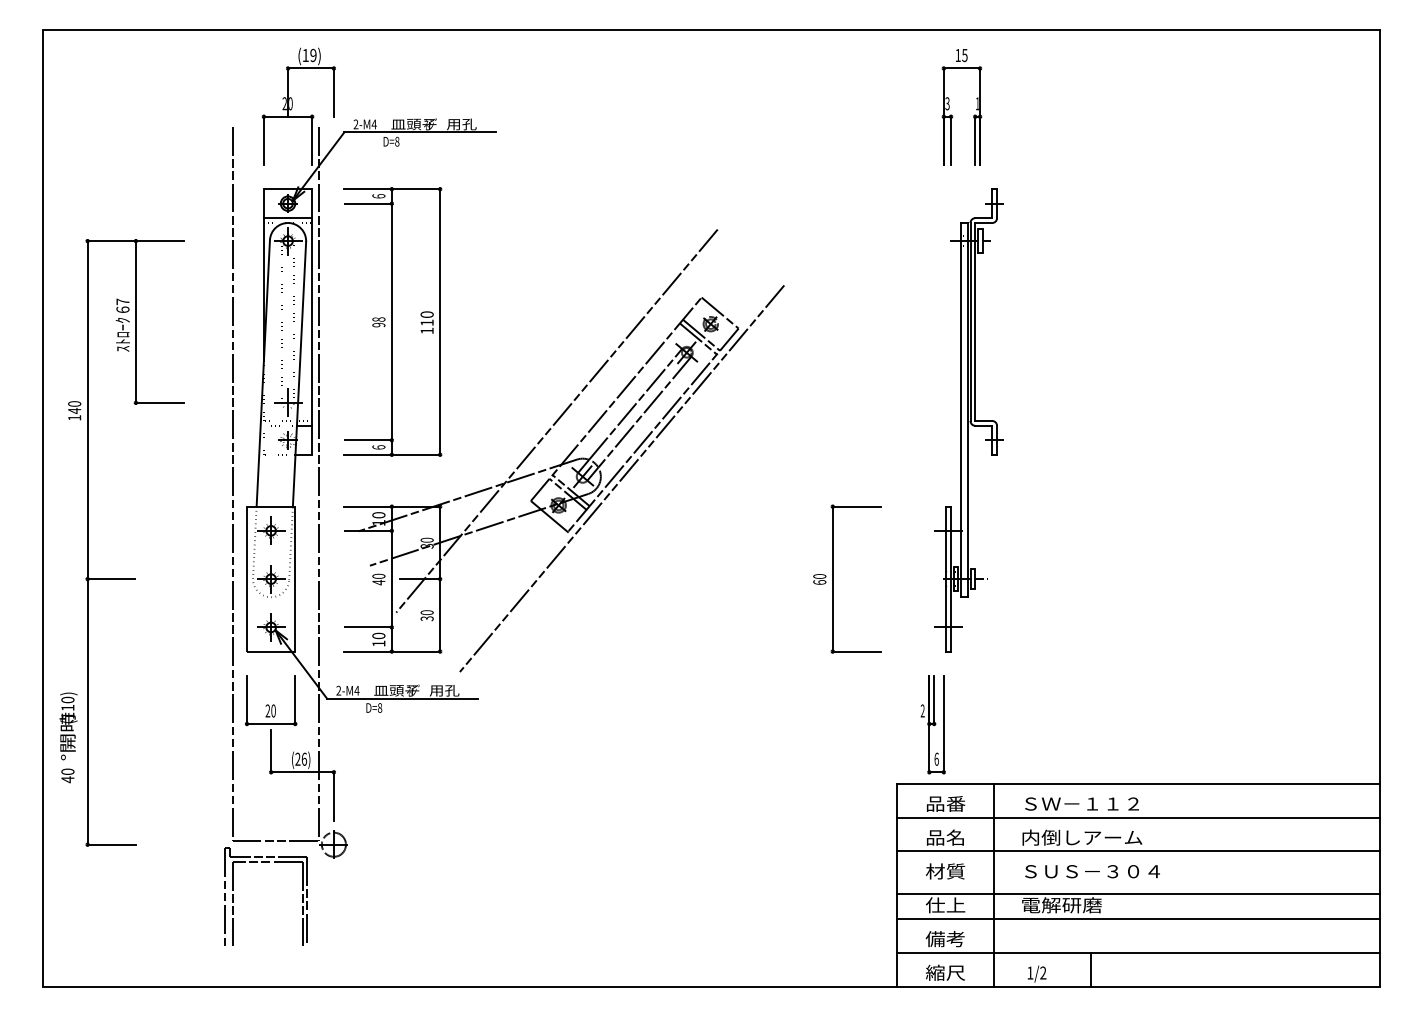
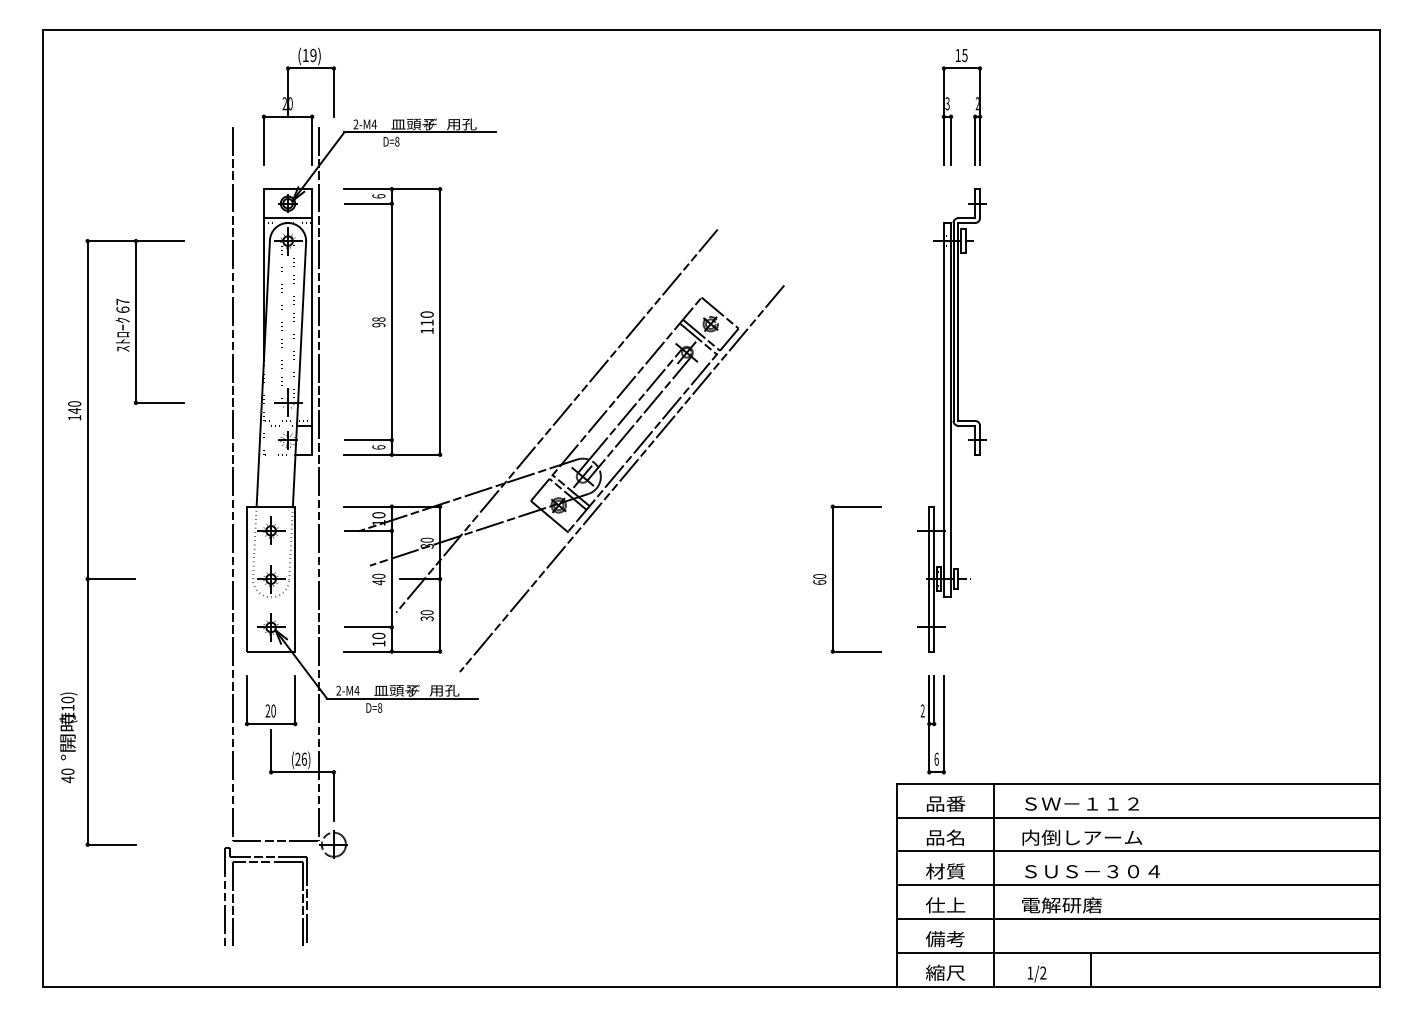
text at (976, 103): 1 -> 2
part at (968, 420) position: (968, 420) -> (951, 420)
line at (1138, 894) position: (1138, 894) -> (1138, 885)
